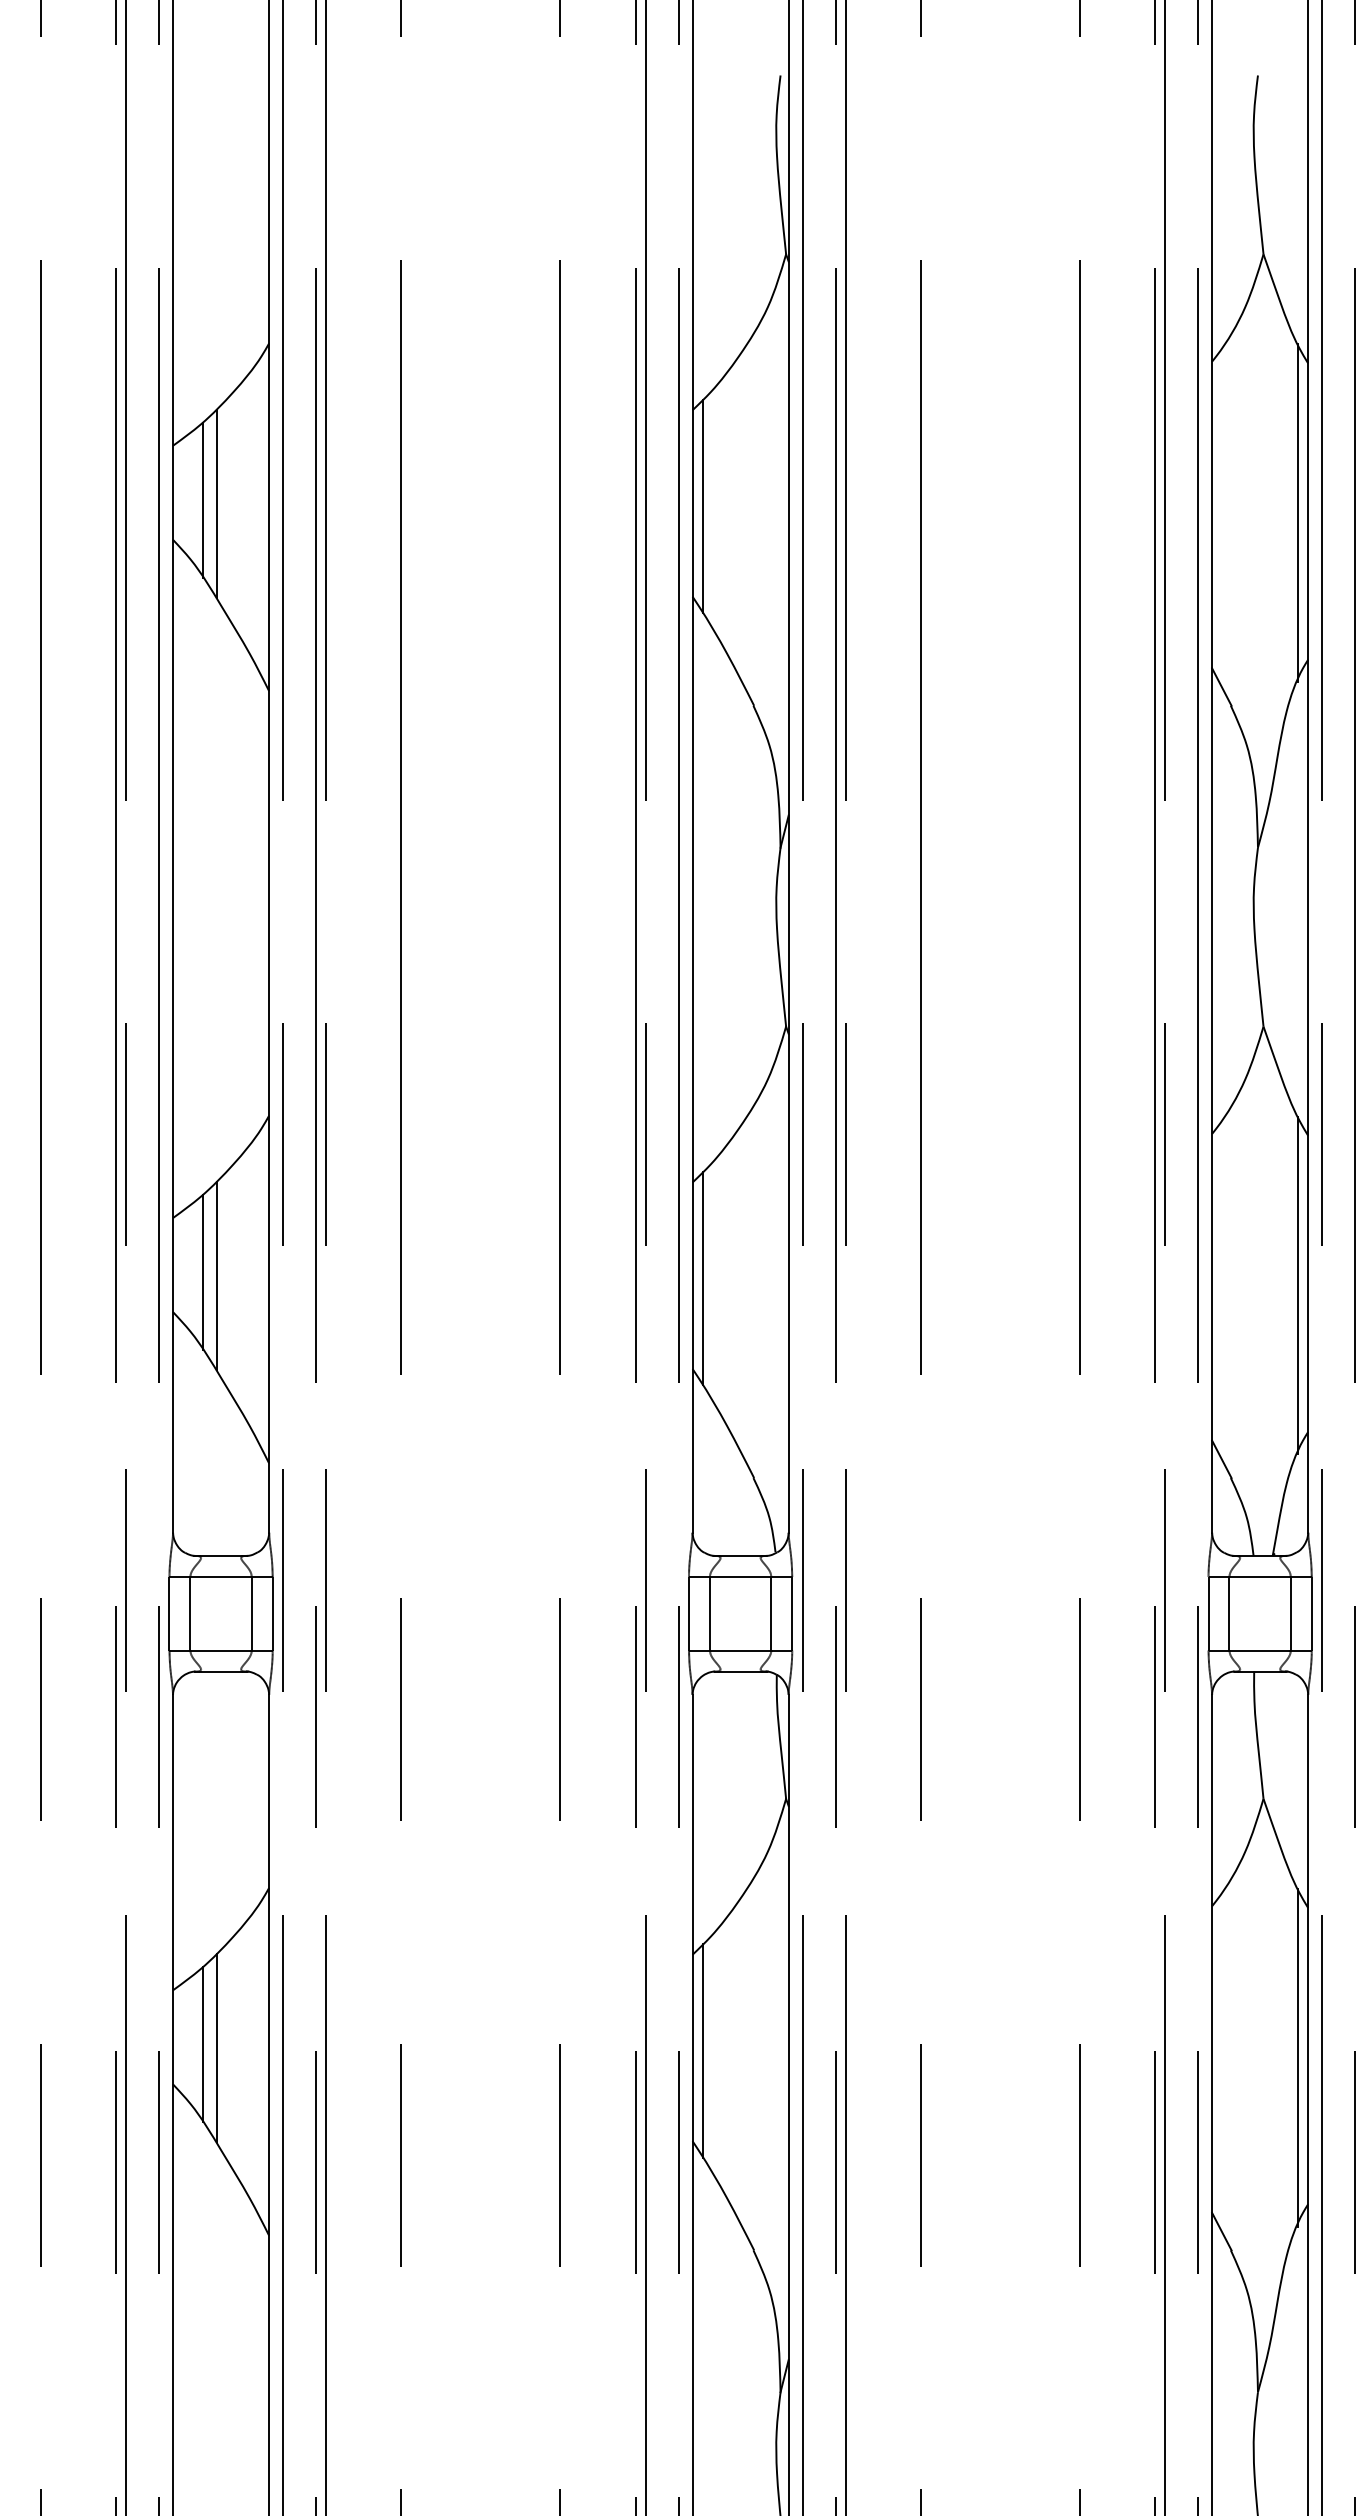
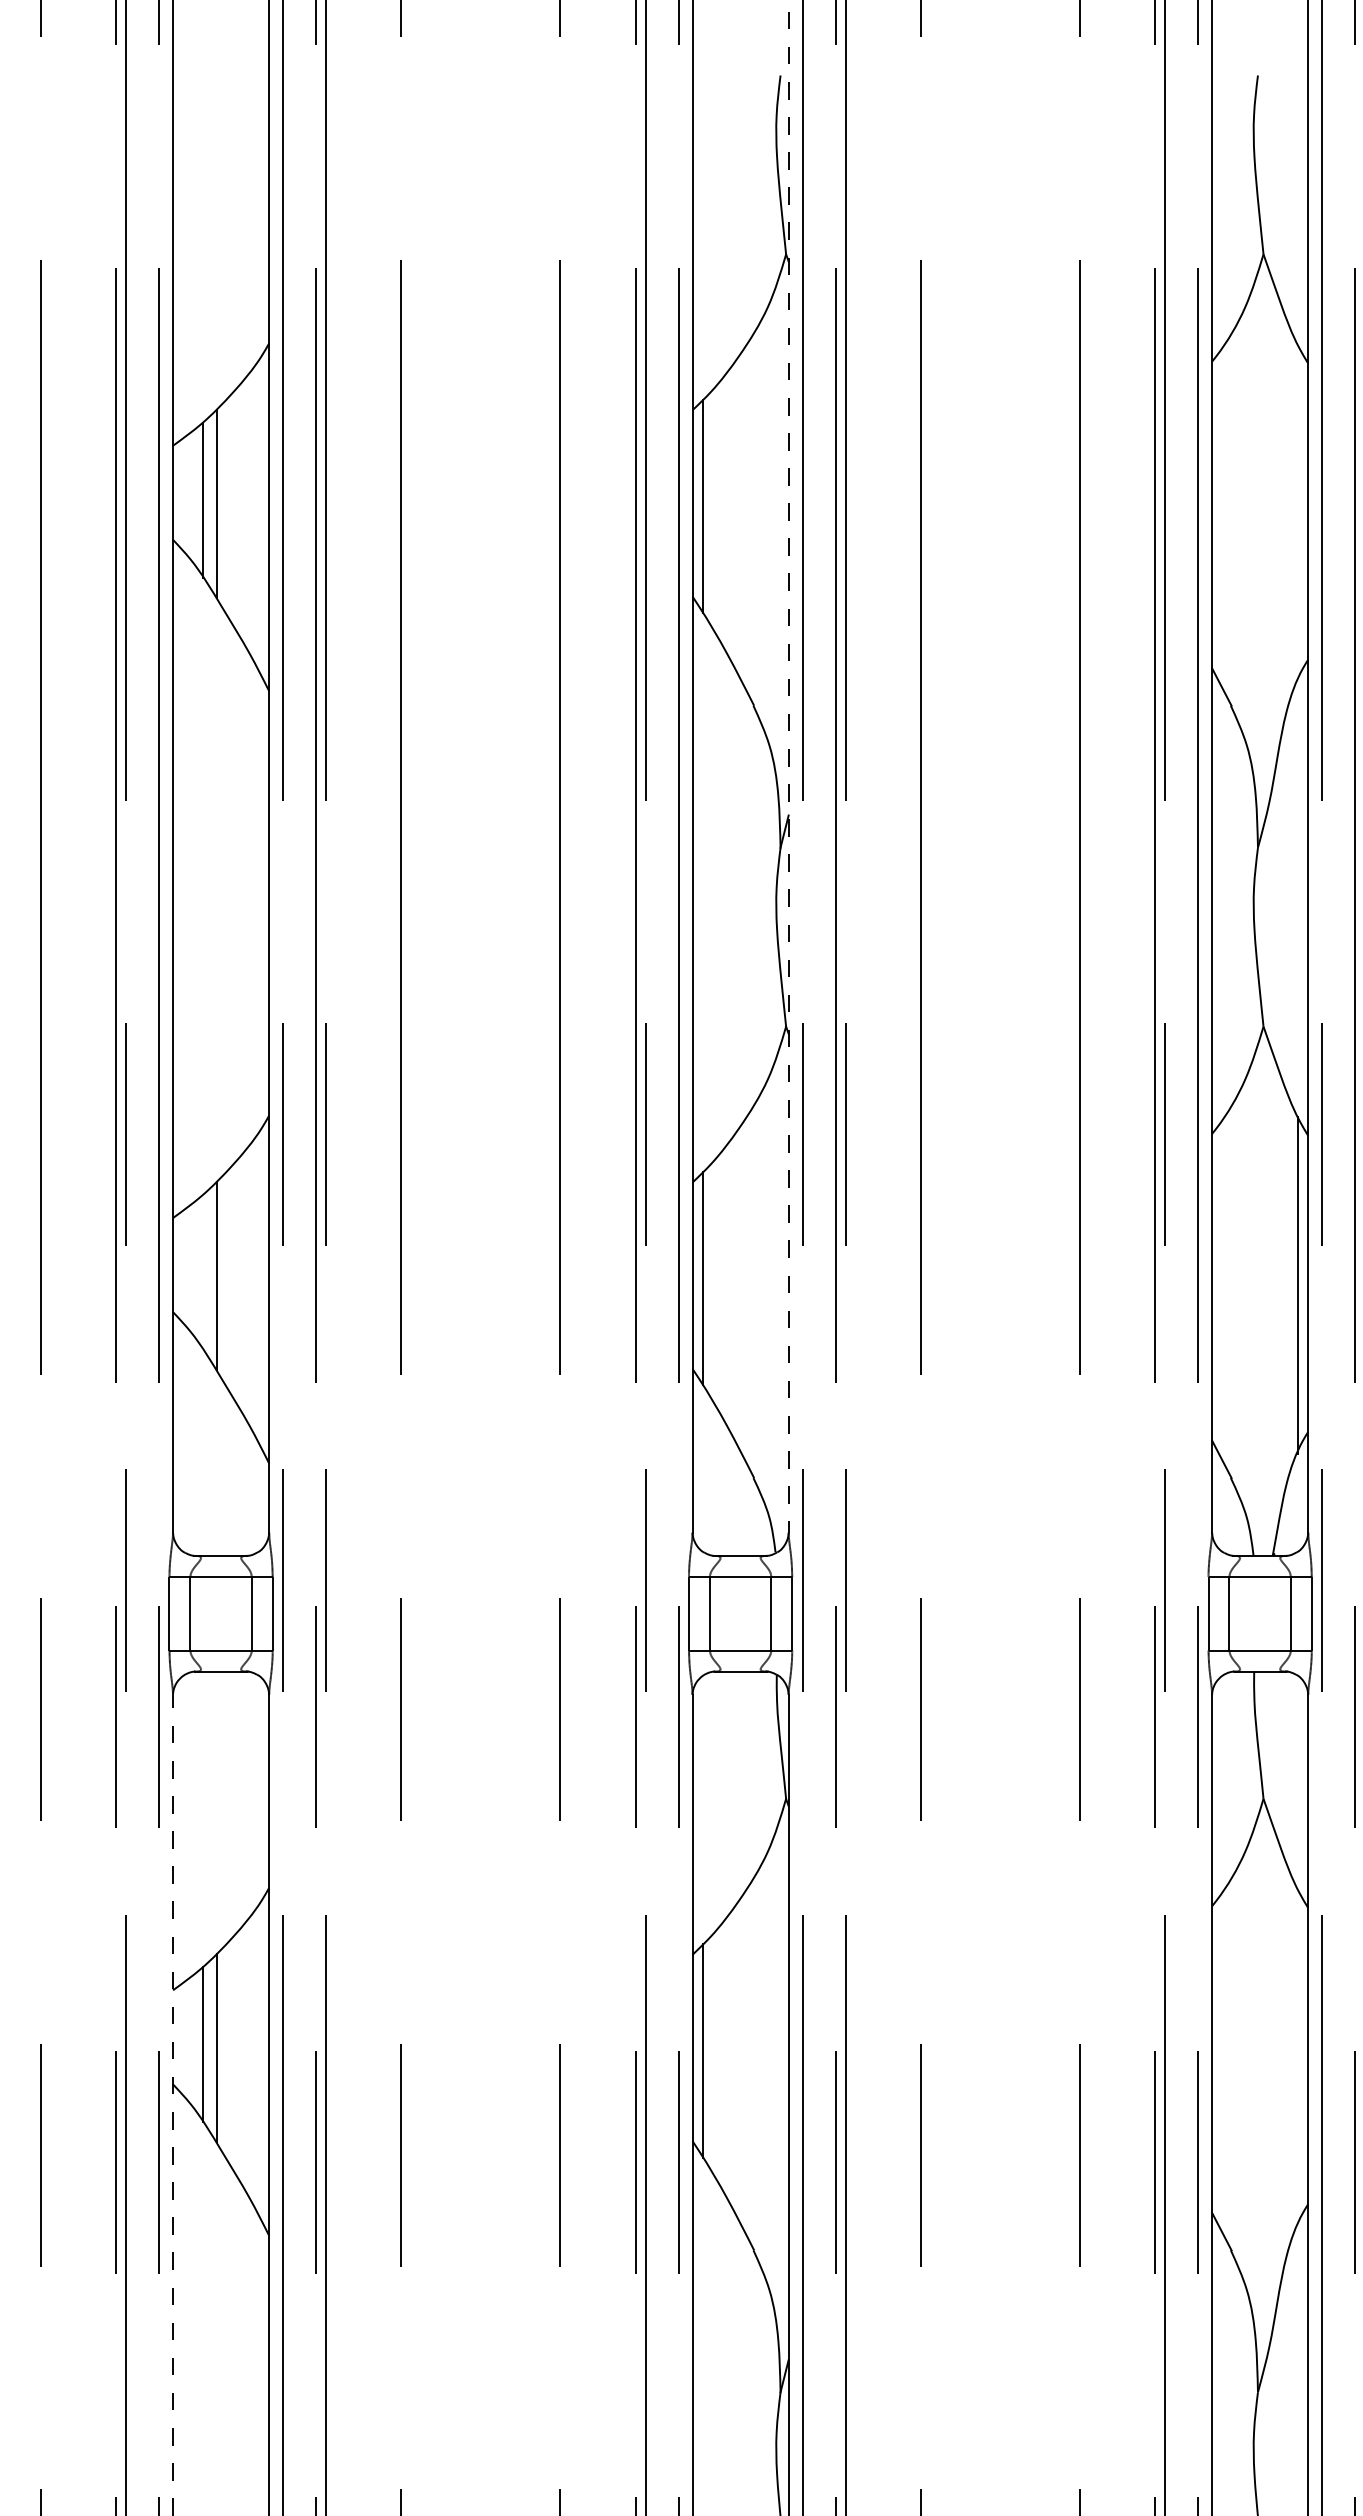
line at (1297, 513): present -> none
line at (788, 767): solid -> dashed
line at (202, 1272): present -> none
line at (1297, 2057): present -> none
line at (173, 2104): solid -> dashed
